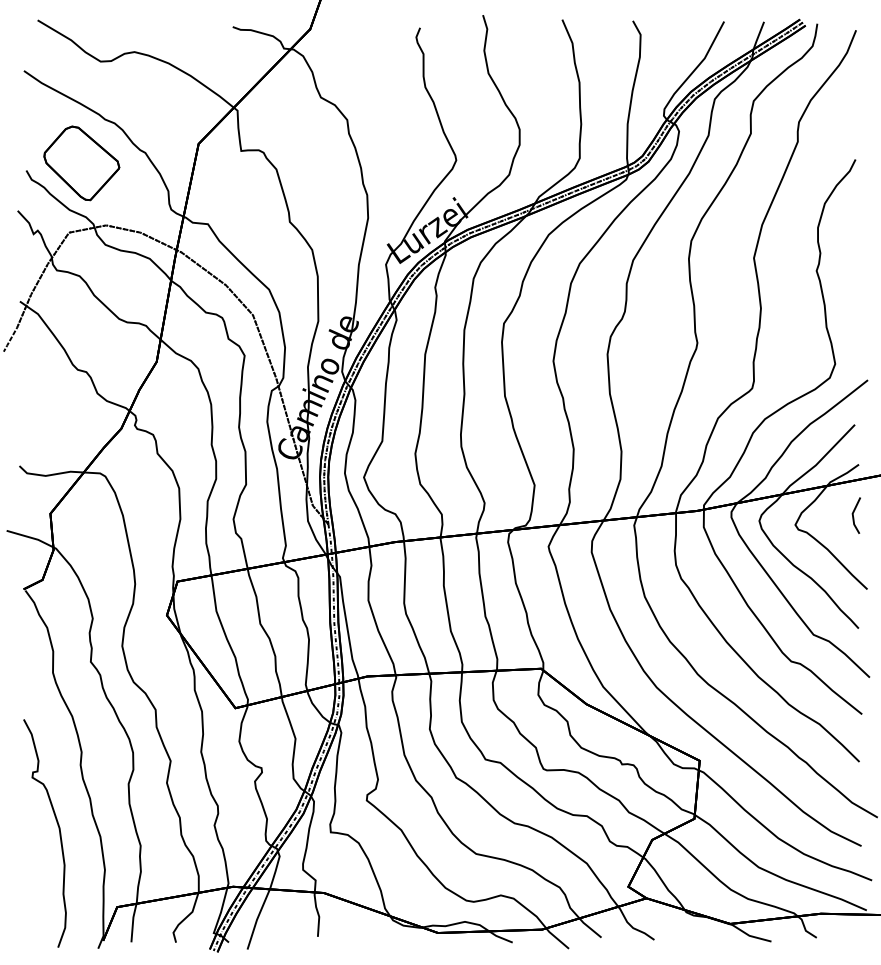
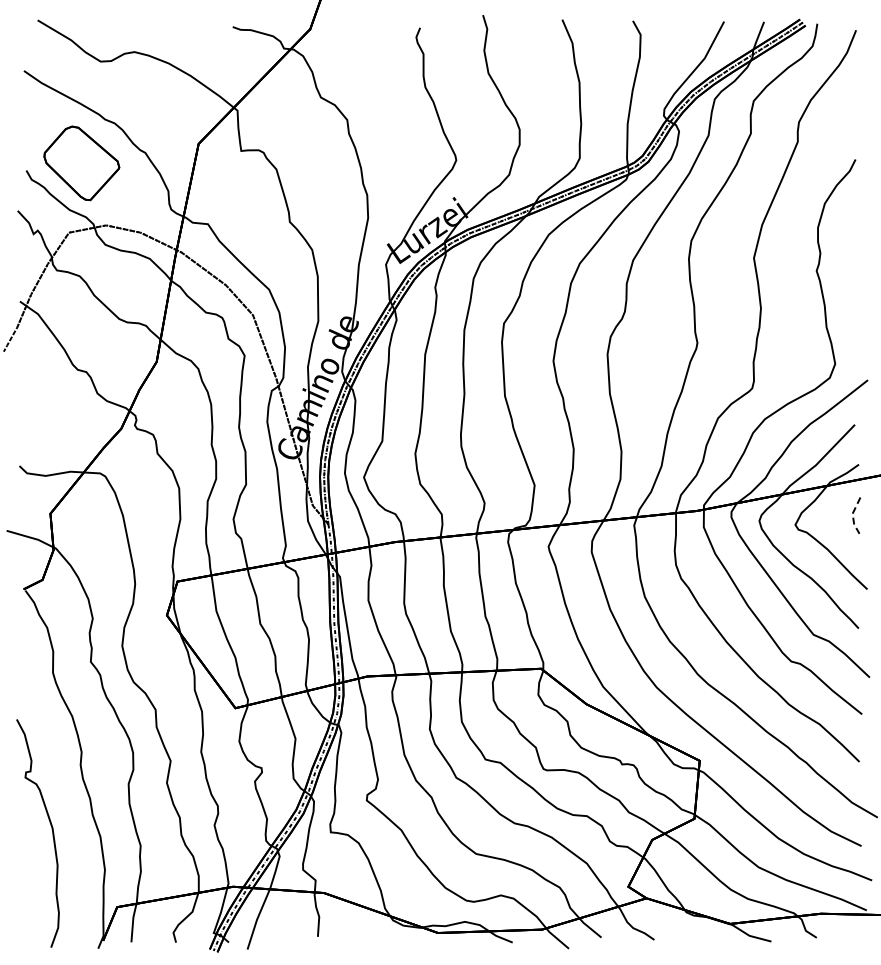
line at (852, 515): solid -> dashed
curve at (58, 829) position: (58, 829) -> (51, 829)
